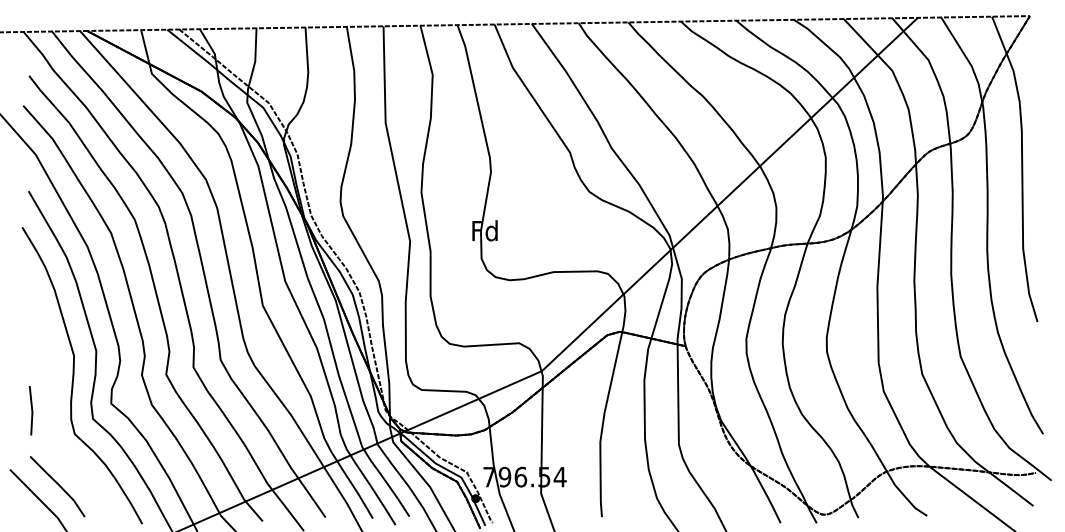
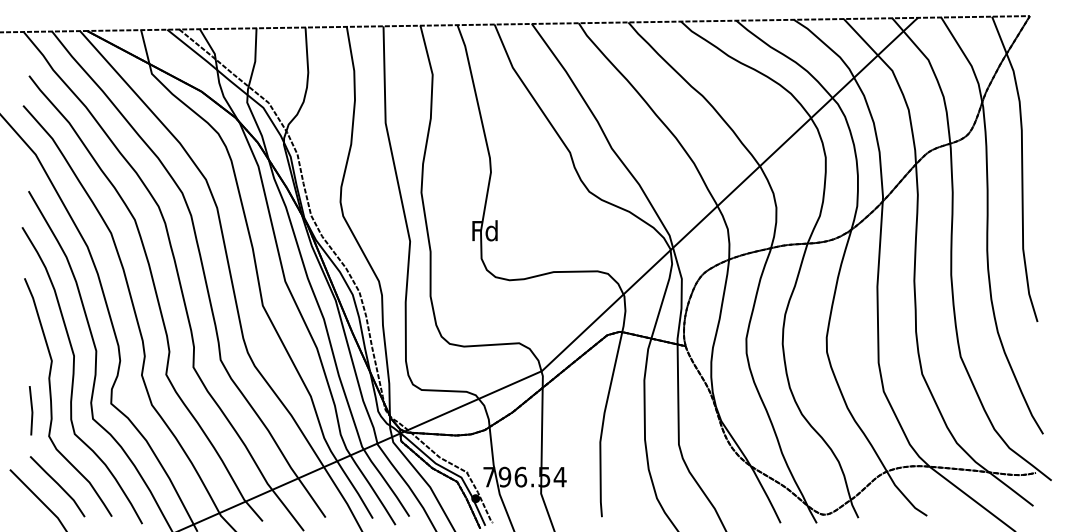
curve at (51, 397): none -> present
